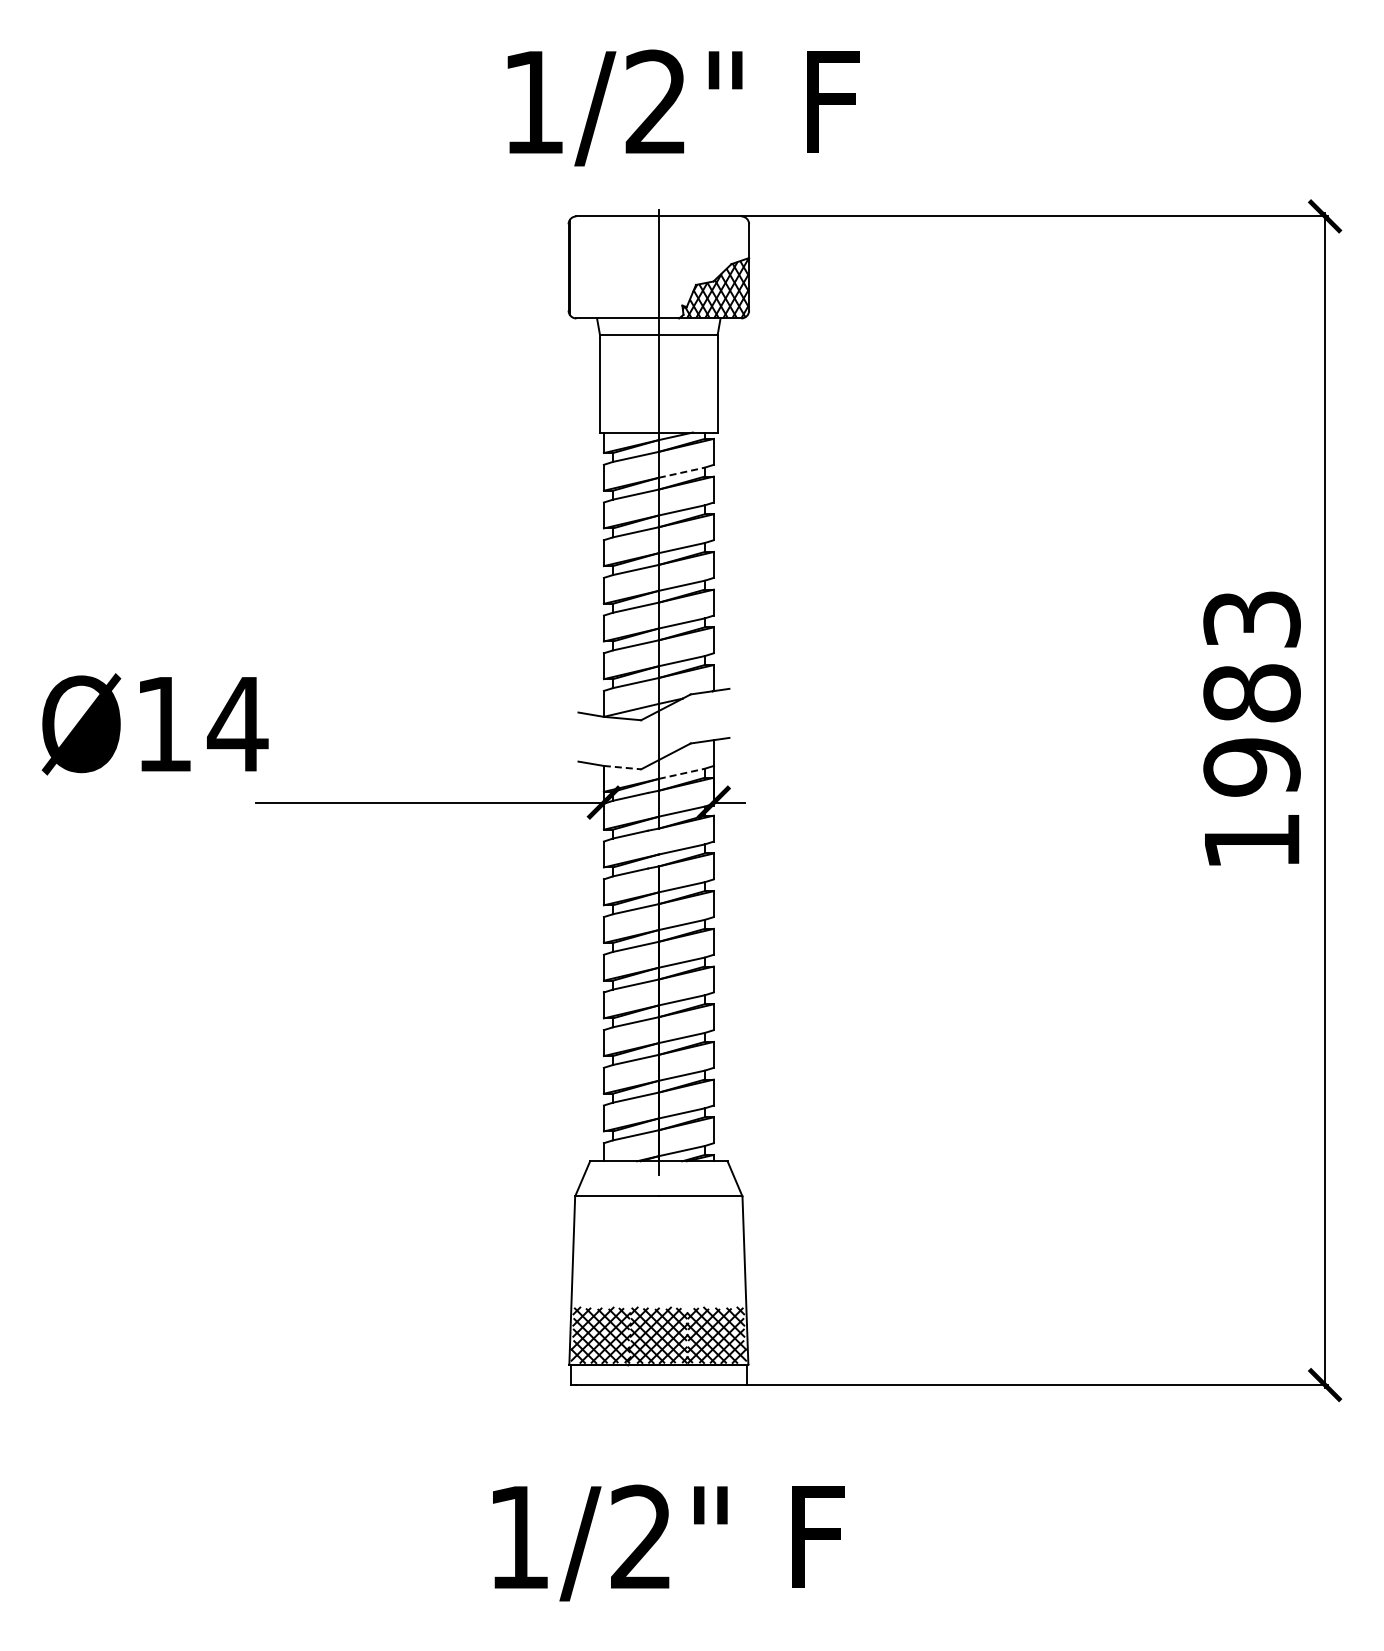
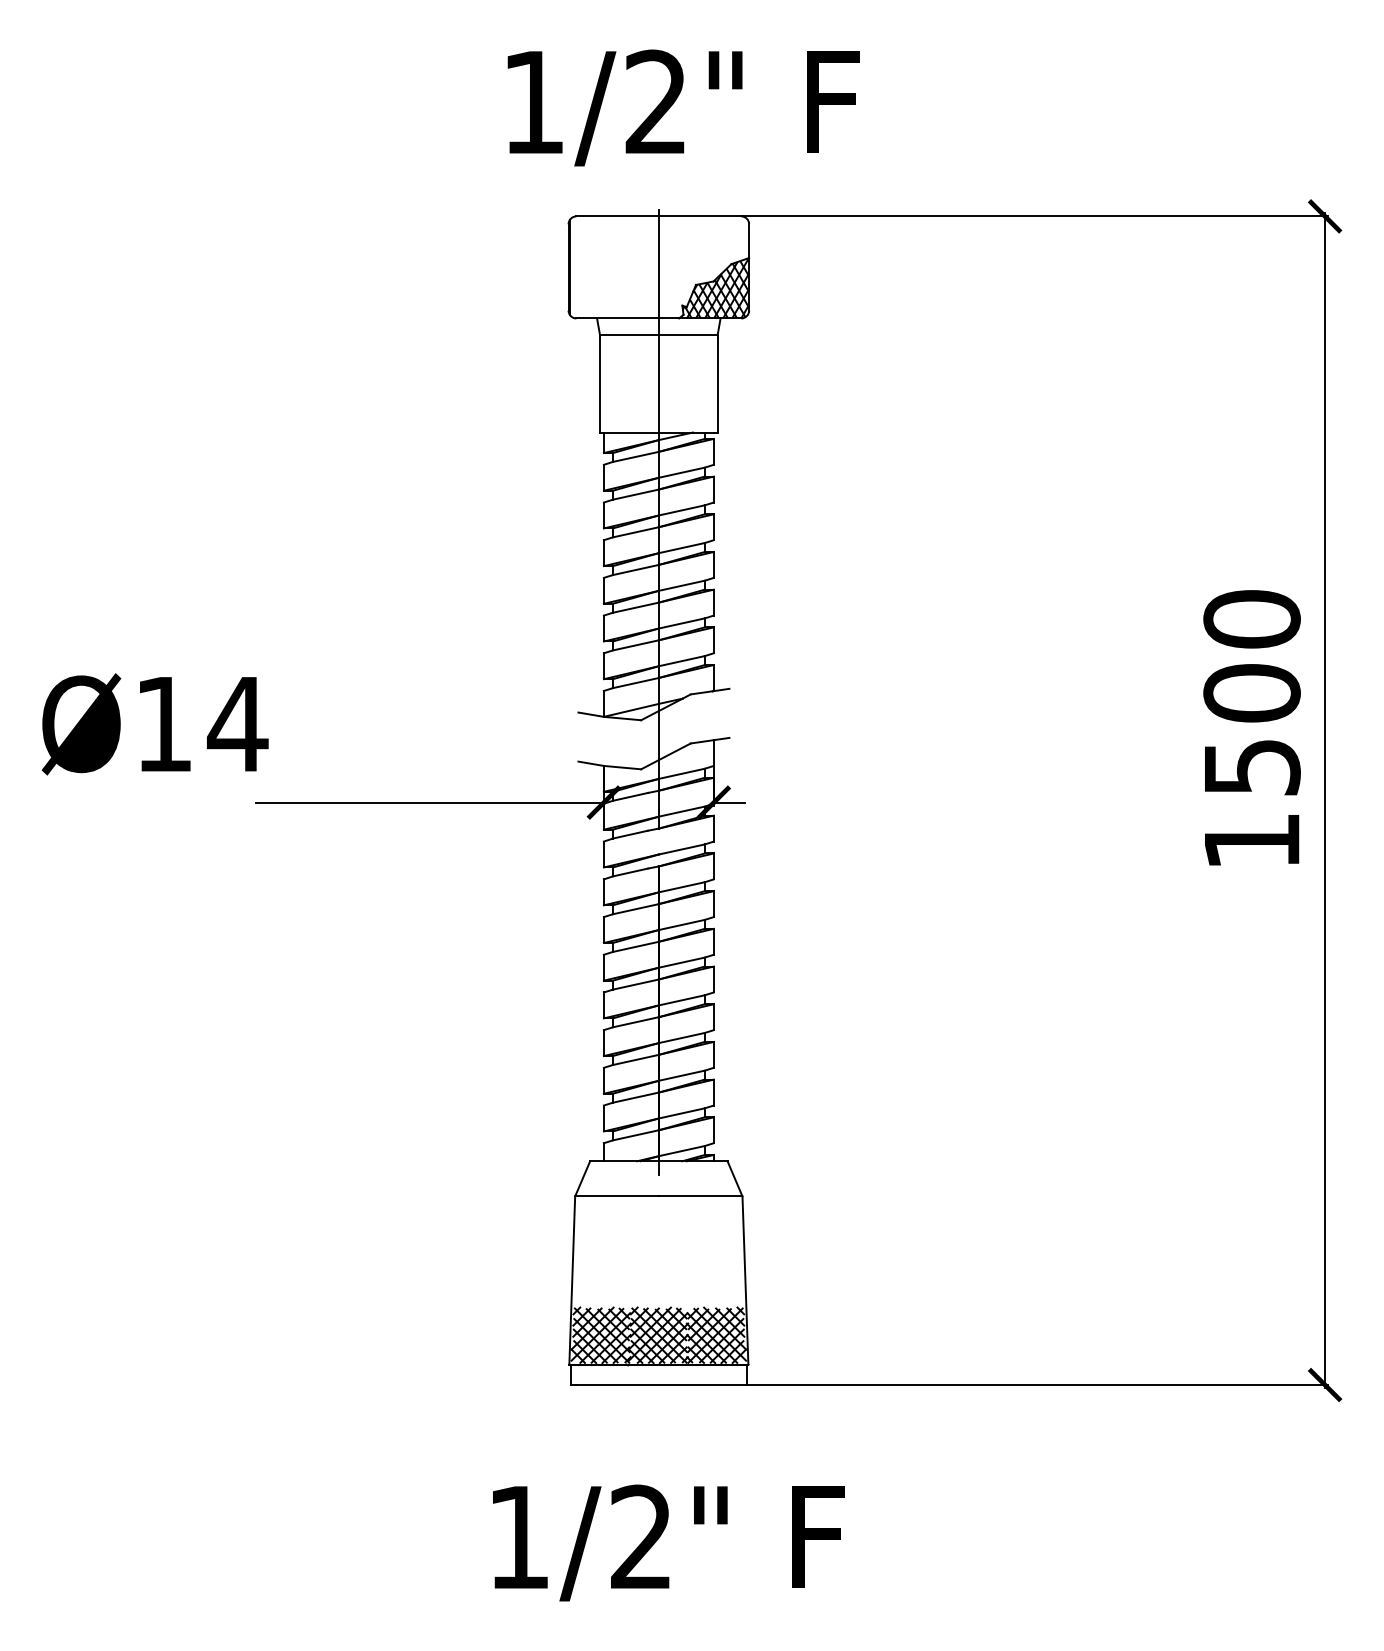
line at (681, 472): dashed -> solid
text at (1251, 693): 1983 -> 1500
line at (622, 767): dashed -> solid
line at (681, 773): dashed -> solid
